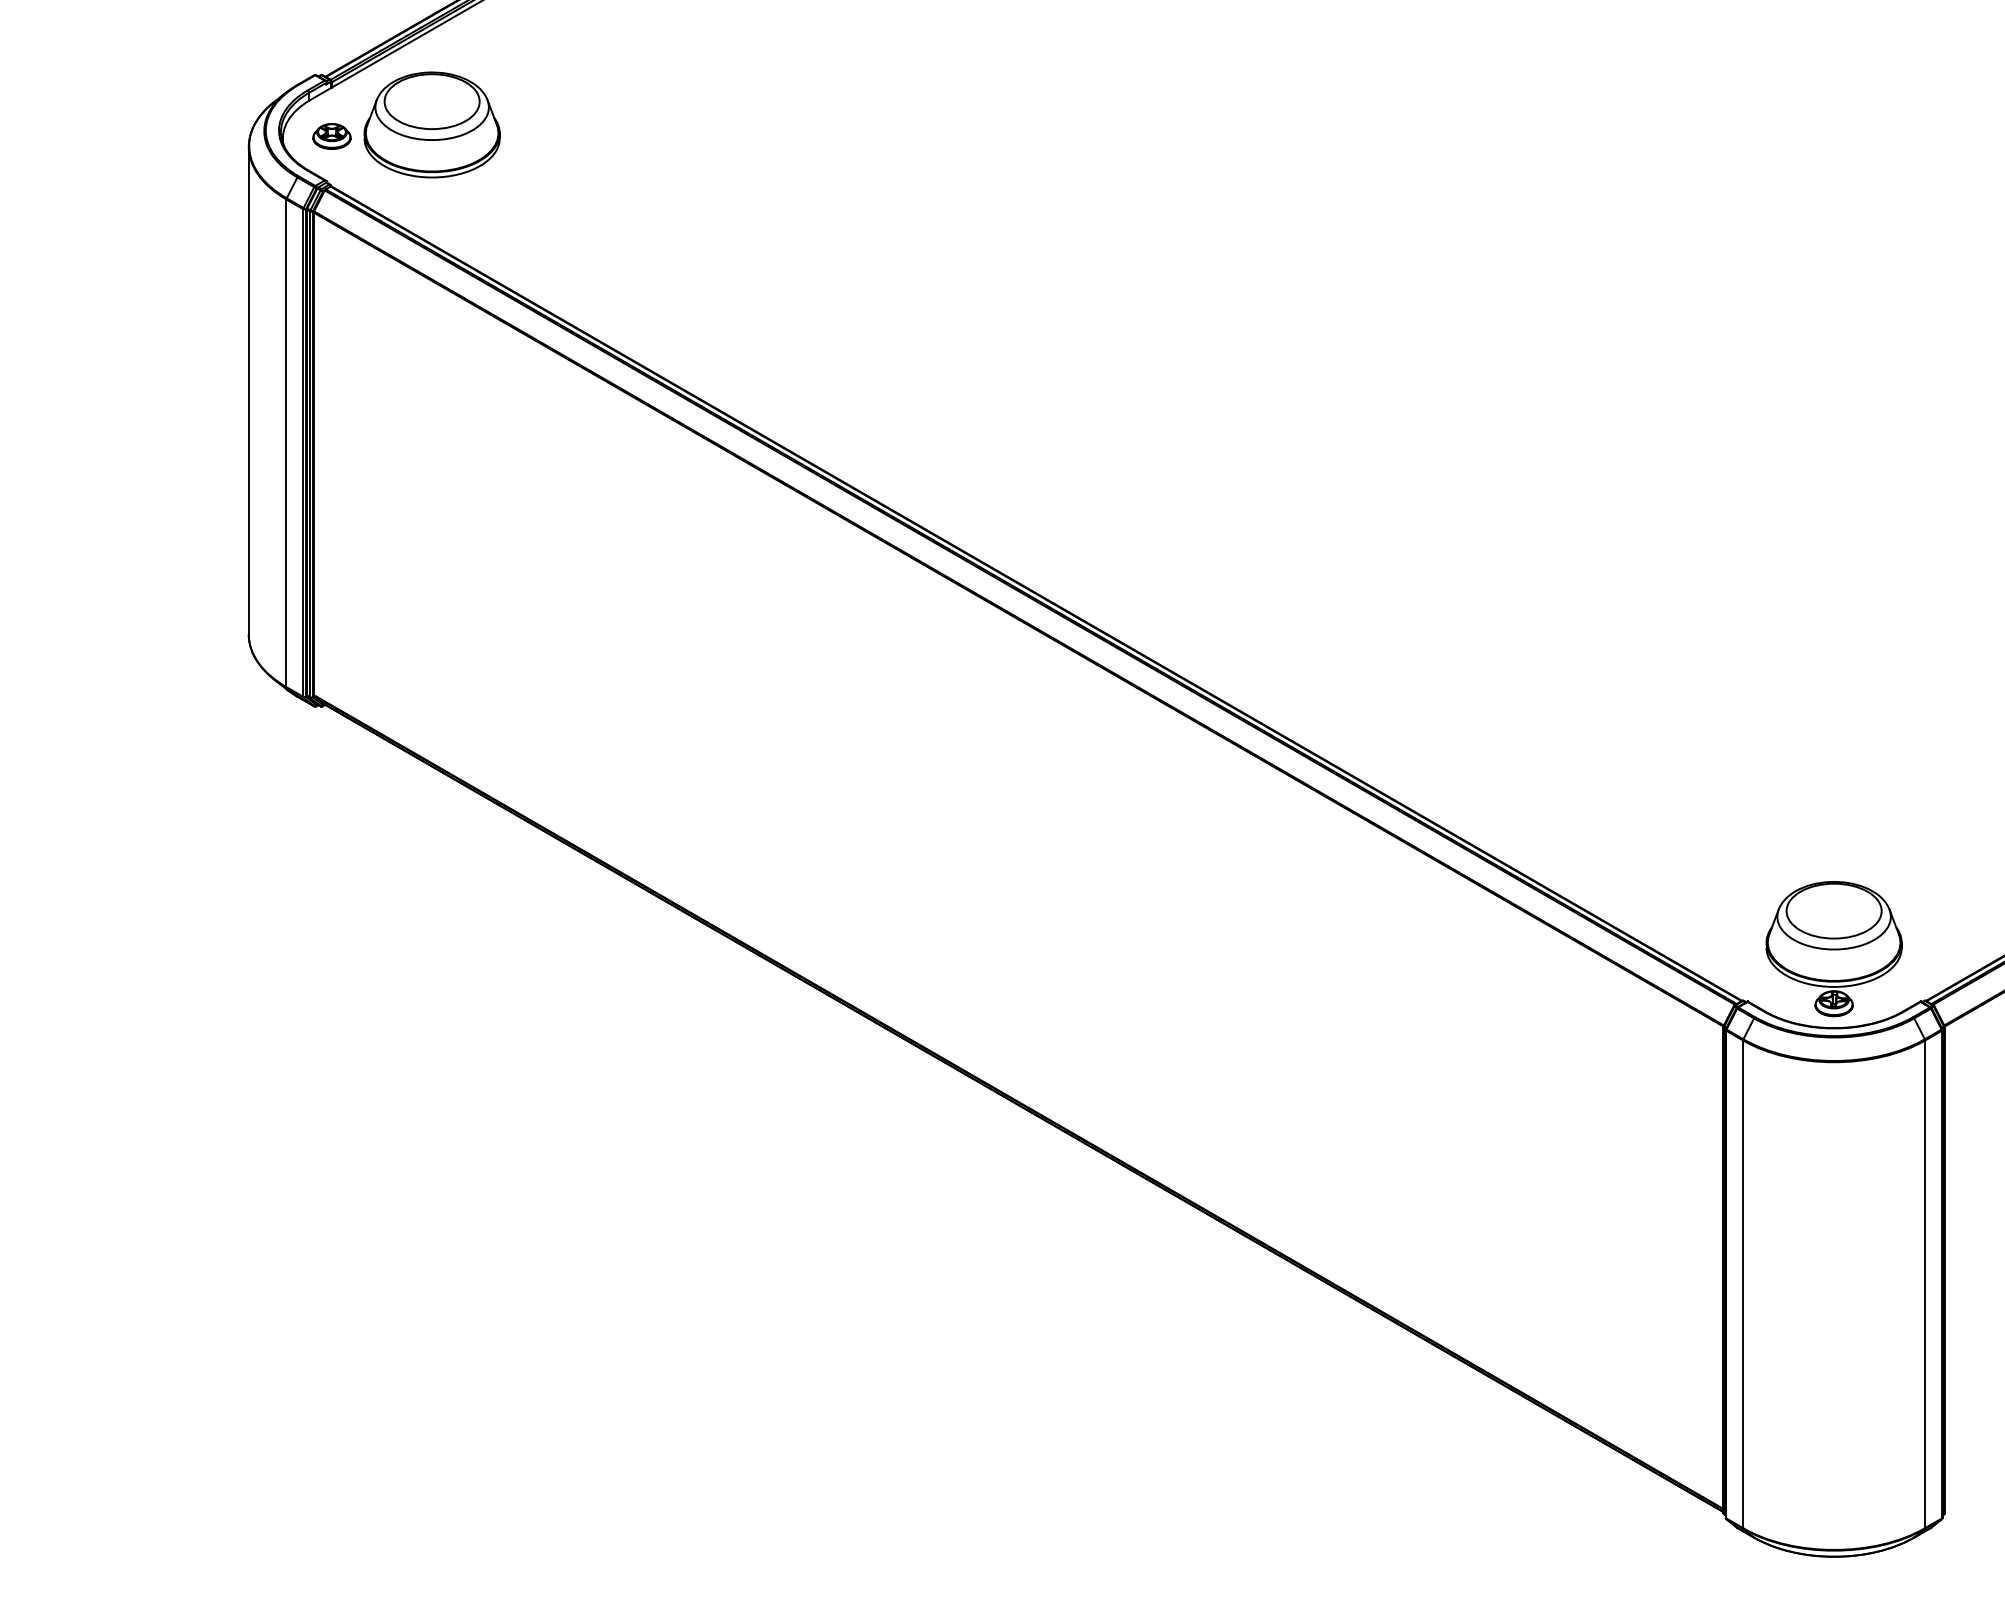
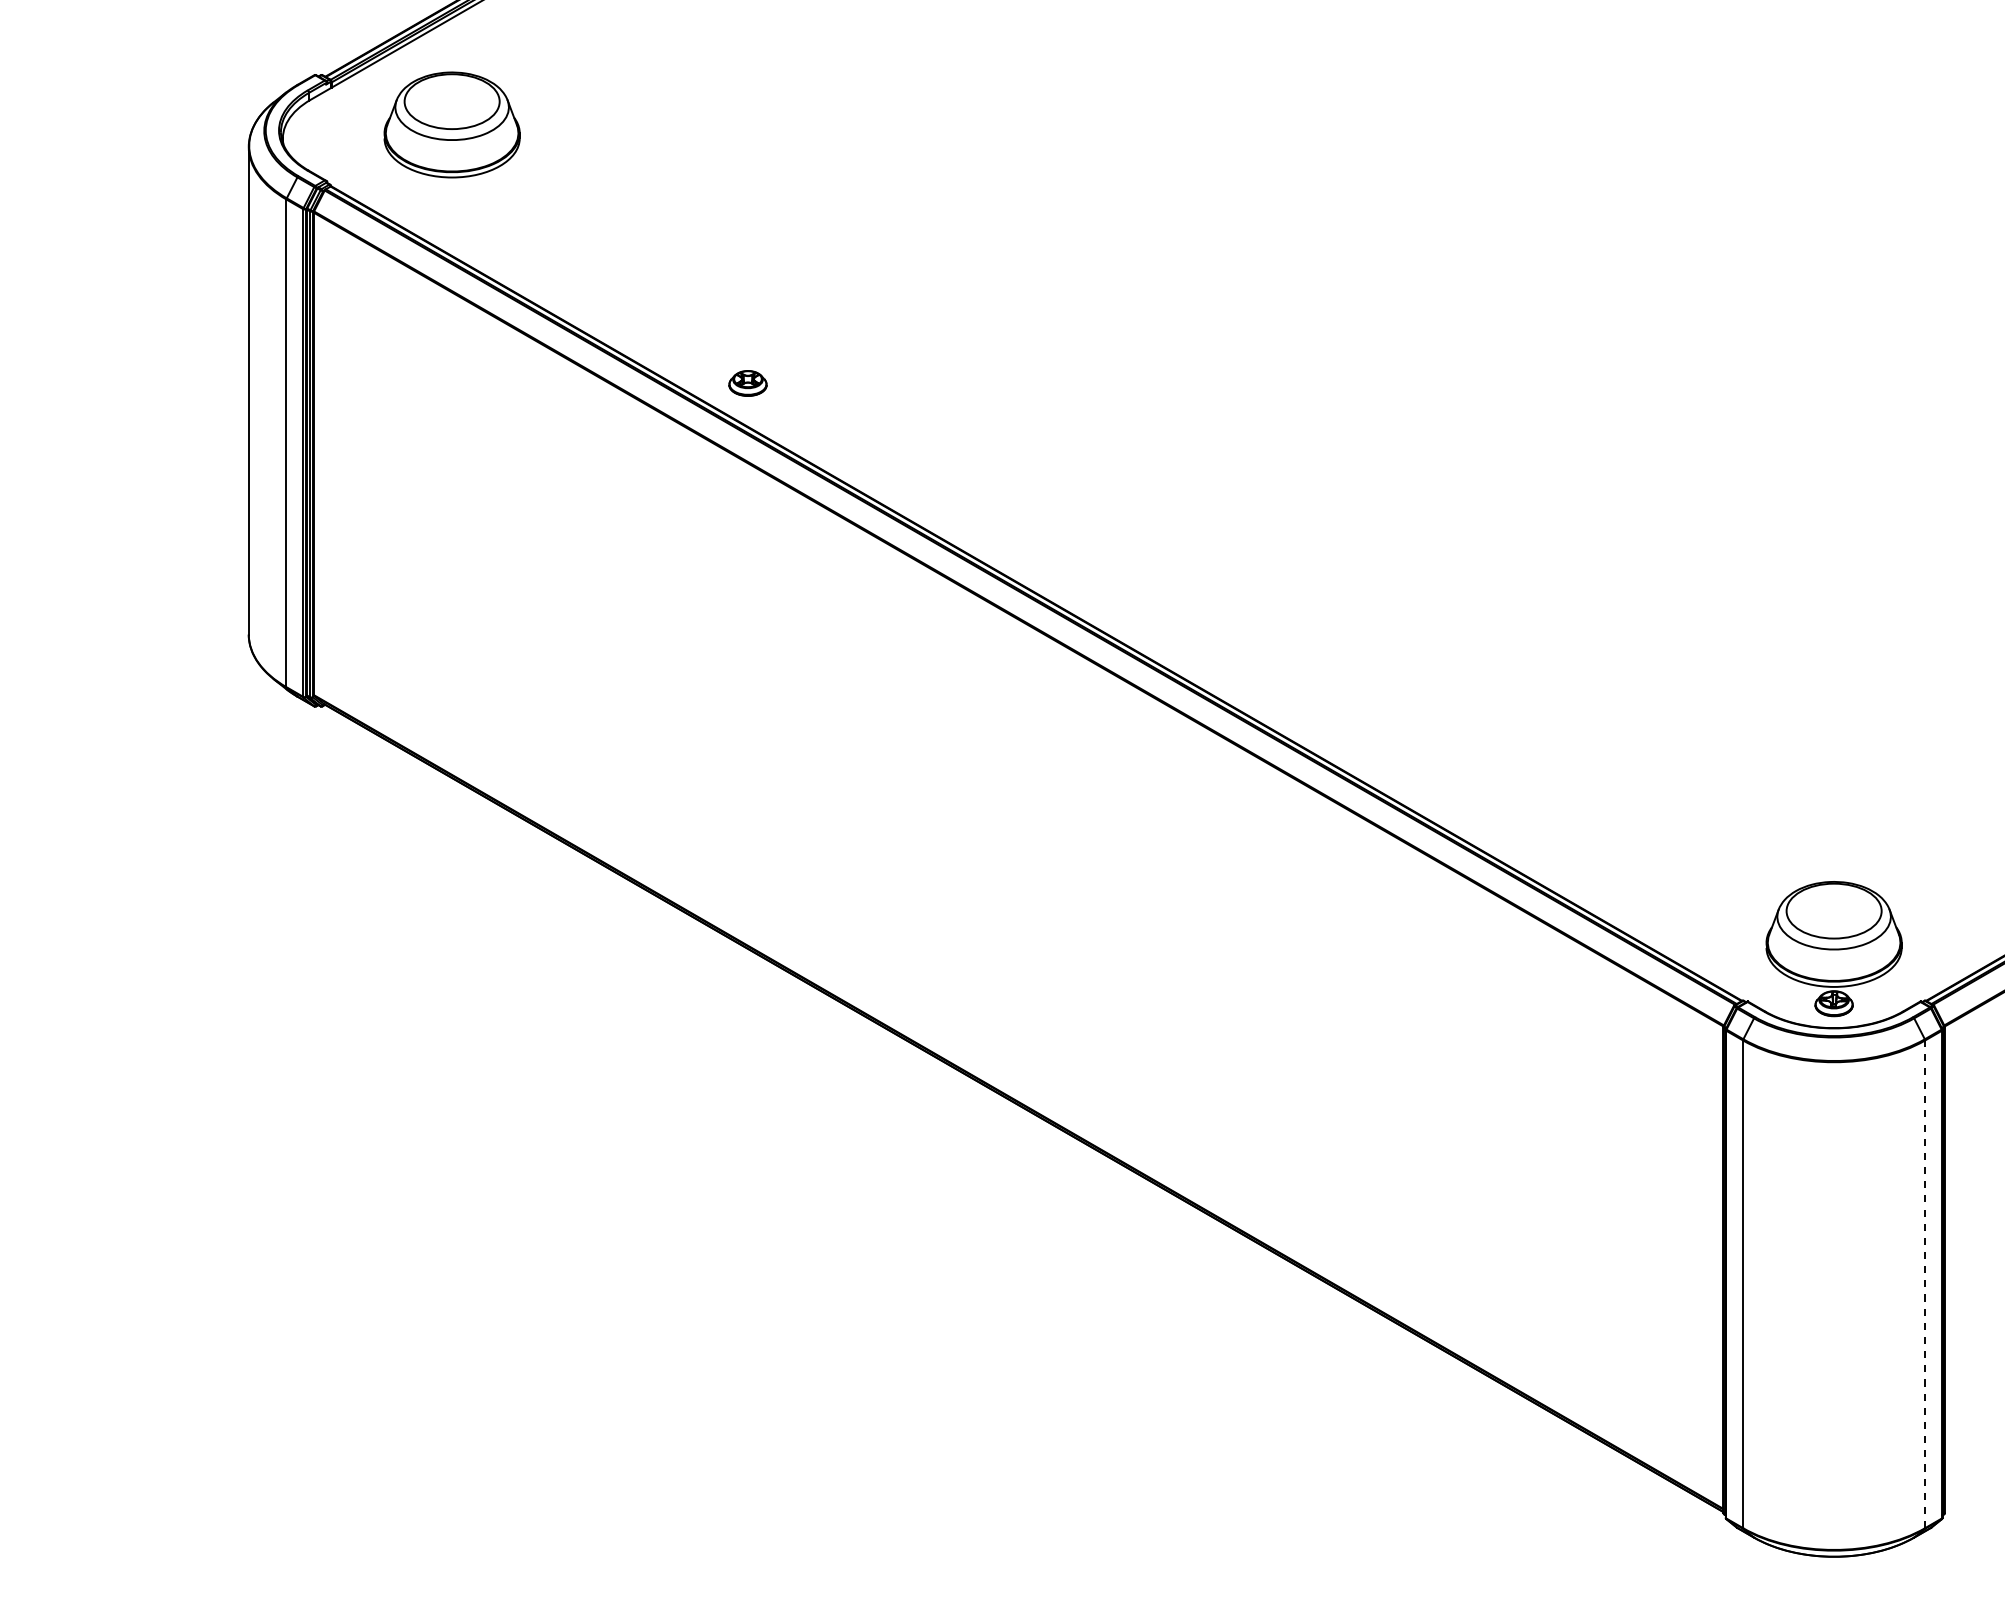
part at (431, 124) position: (431, 124) -> (451, 124)
part at (331, 136) position: (331, 136) -> (747, 383)
line at (1925, 1284): solid -> dashed
